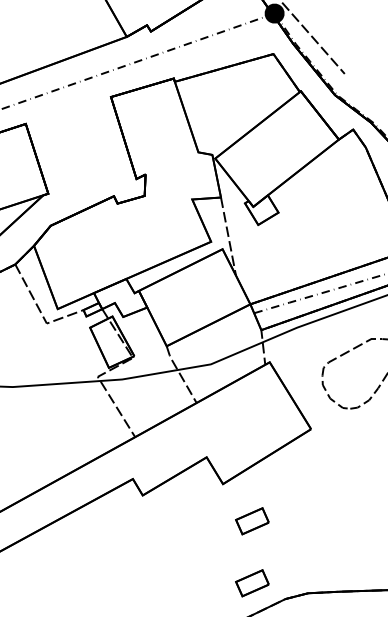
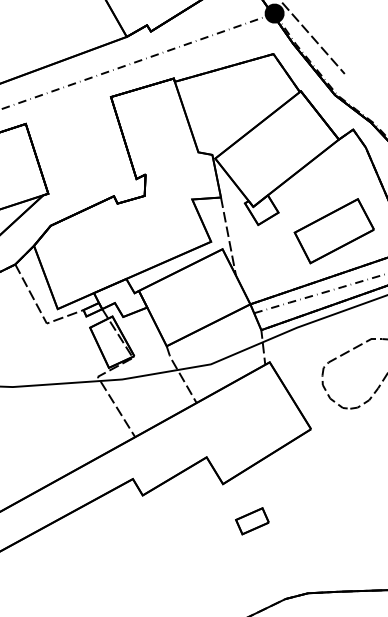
part at (333, 231): none -> present
part at (252, 583): present -> none
